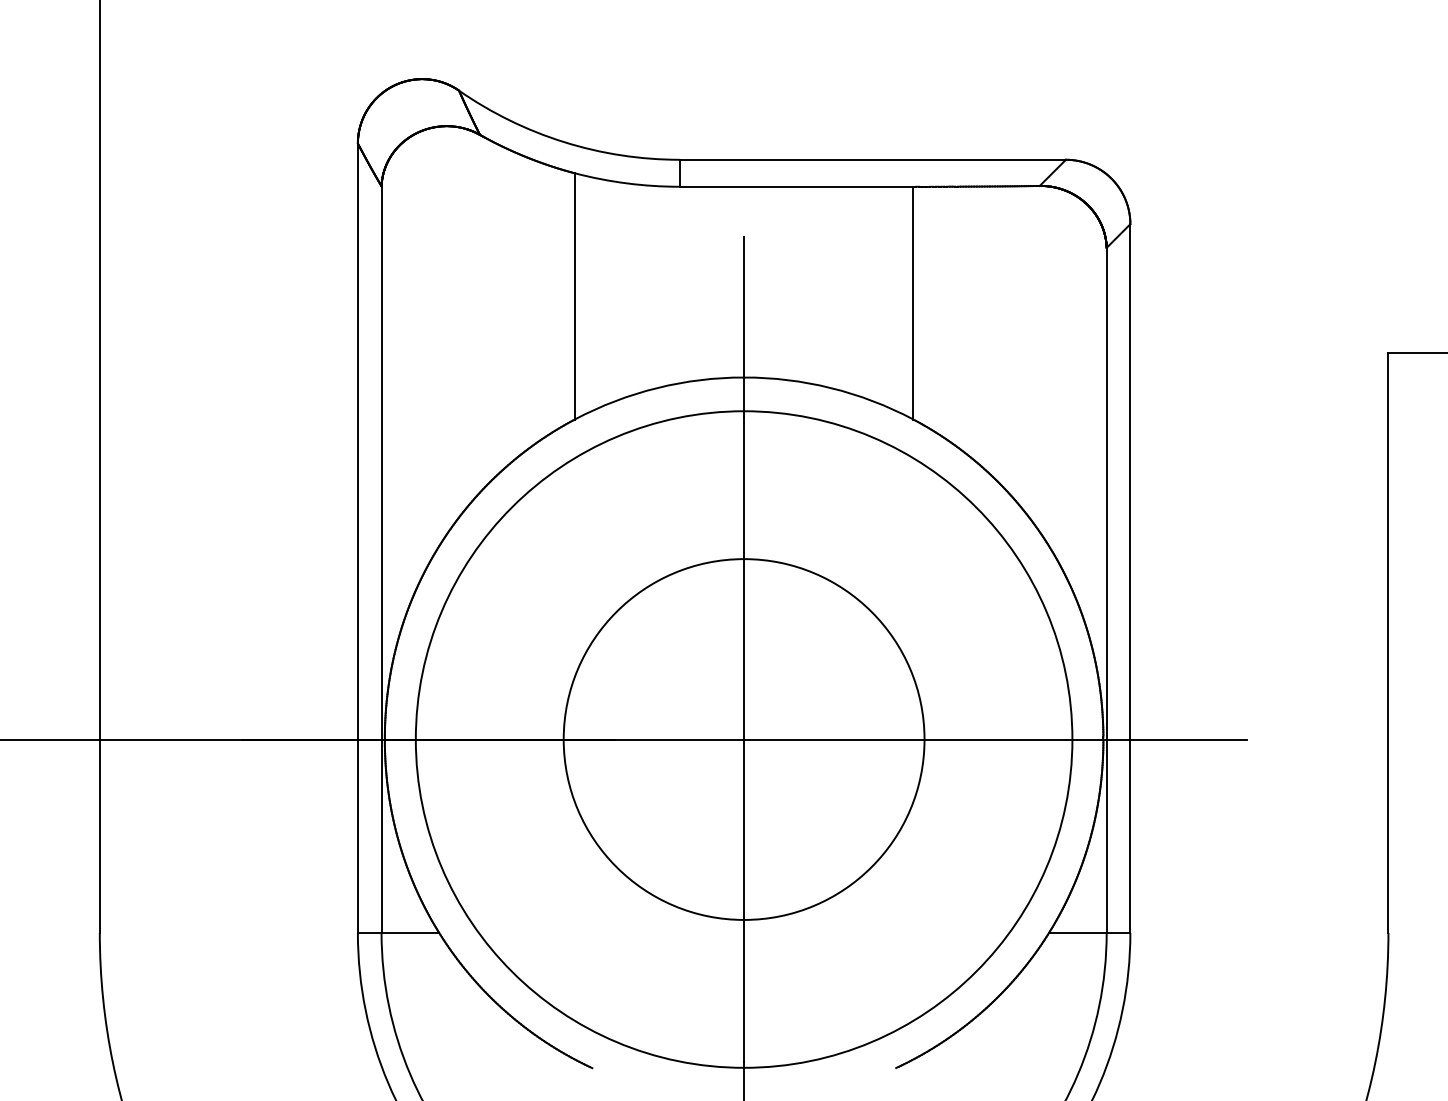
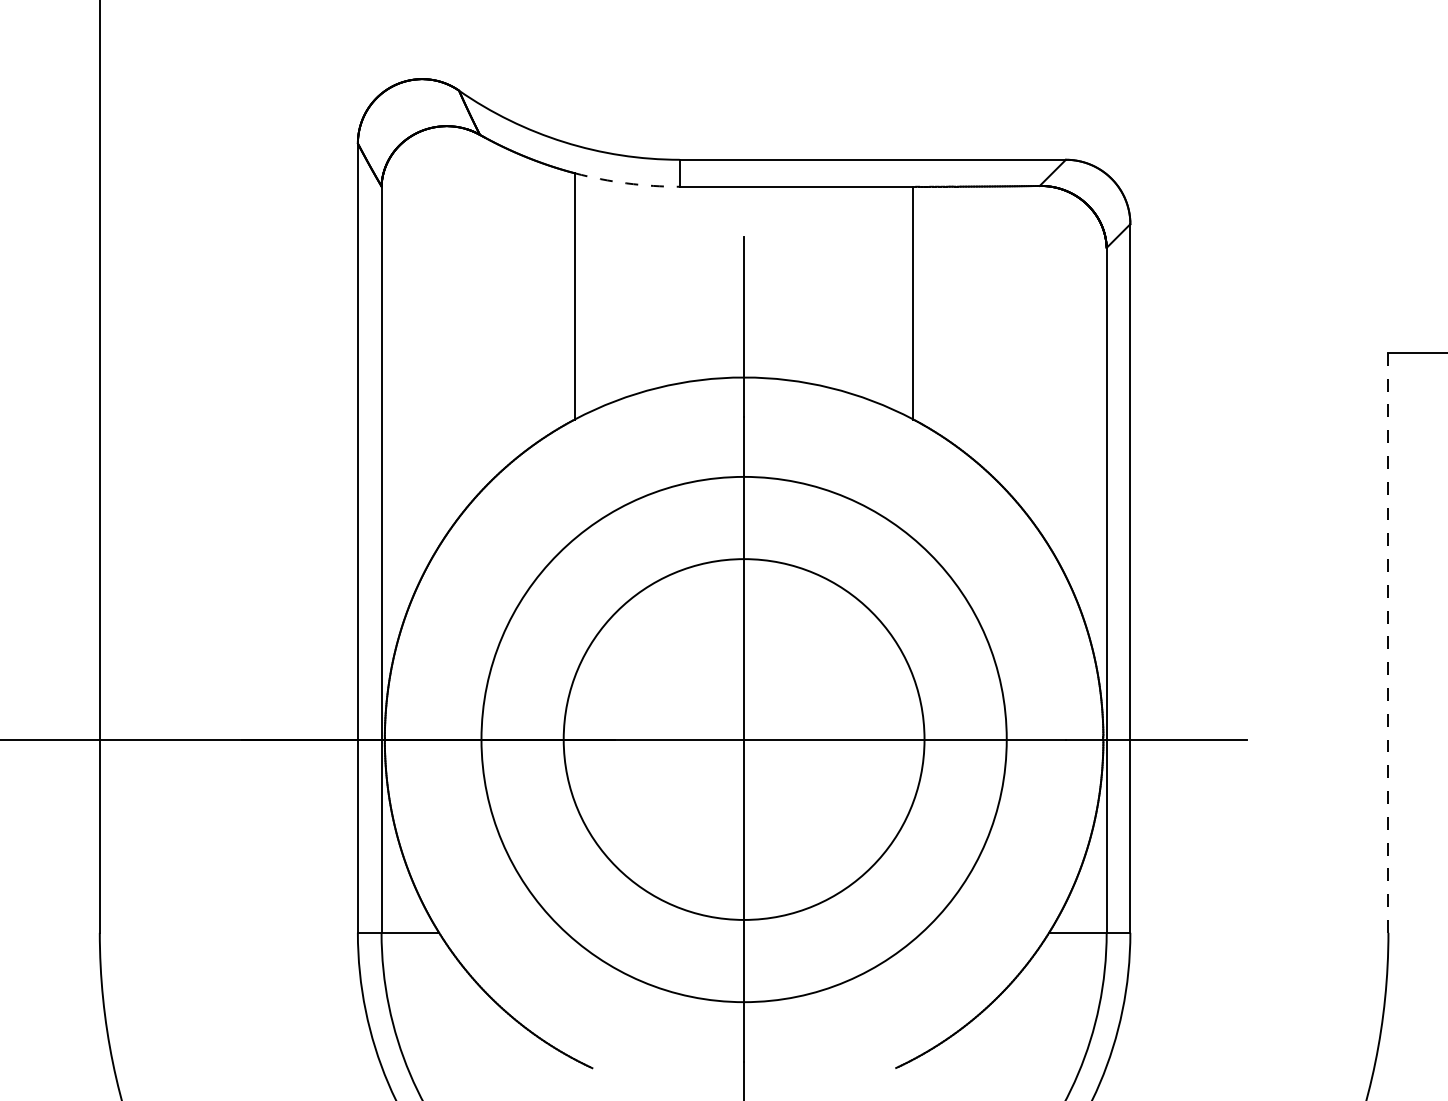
arc at (626, 183): solid -> dashed
line at (1388, 642): solid -> dashed
circle at (743, 739) diameter: 657 px -> 525 px
